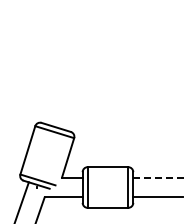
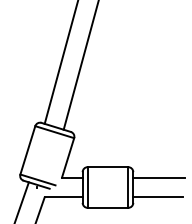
line at (60, 62): none -> present
line at (80, 65): none -> present
line at (159, 177): dashed -> solid
